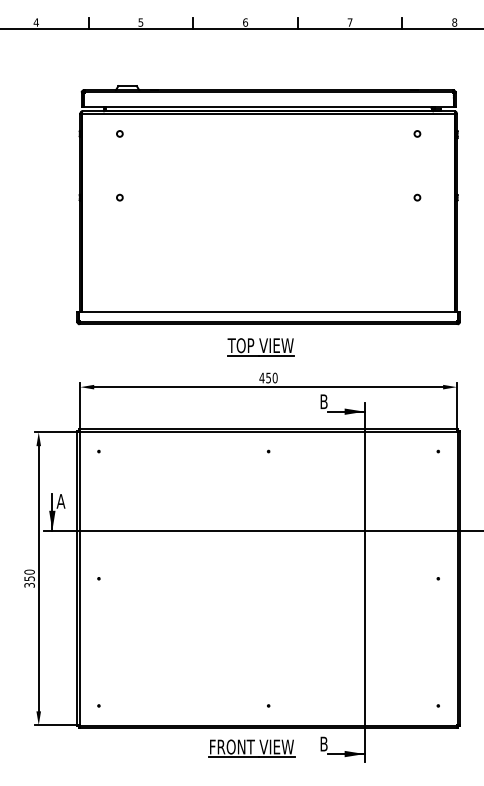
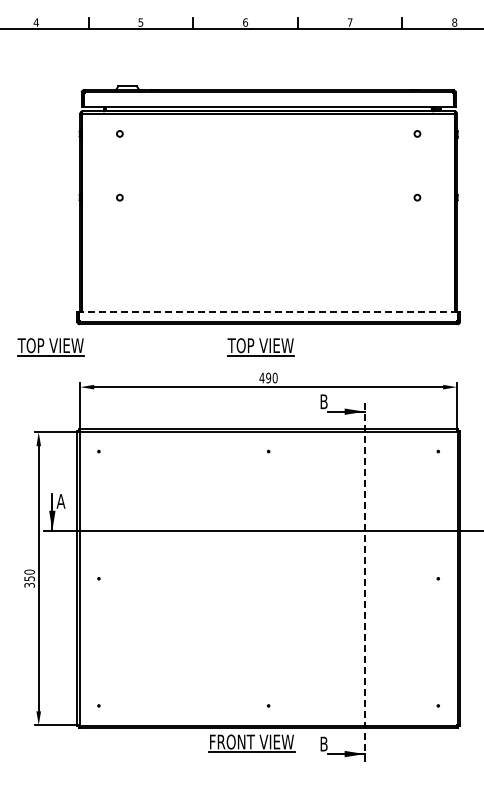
line at (268, 311): solid -> dashed
part at (50, 347): none -> present
text at (268, 377): 450 -> 490
line at (364, 582): solid -> dashed
part at (251, 748) position: (251, 748) -> (251, 743)
